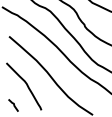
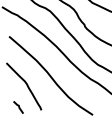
line at (13, 105) position: (13, 105) -> (18, 107)
